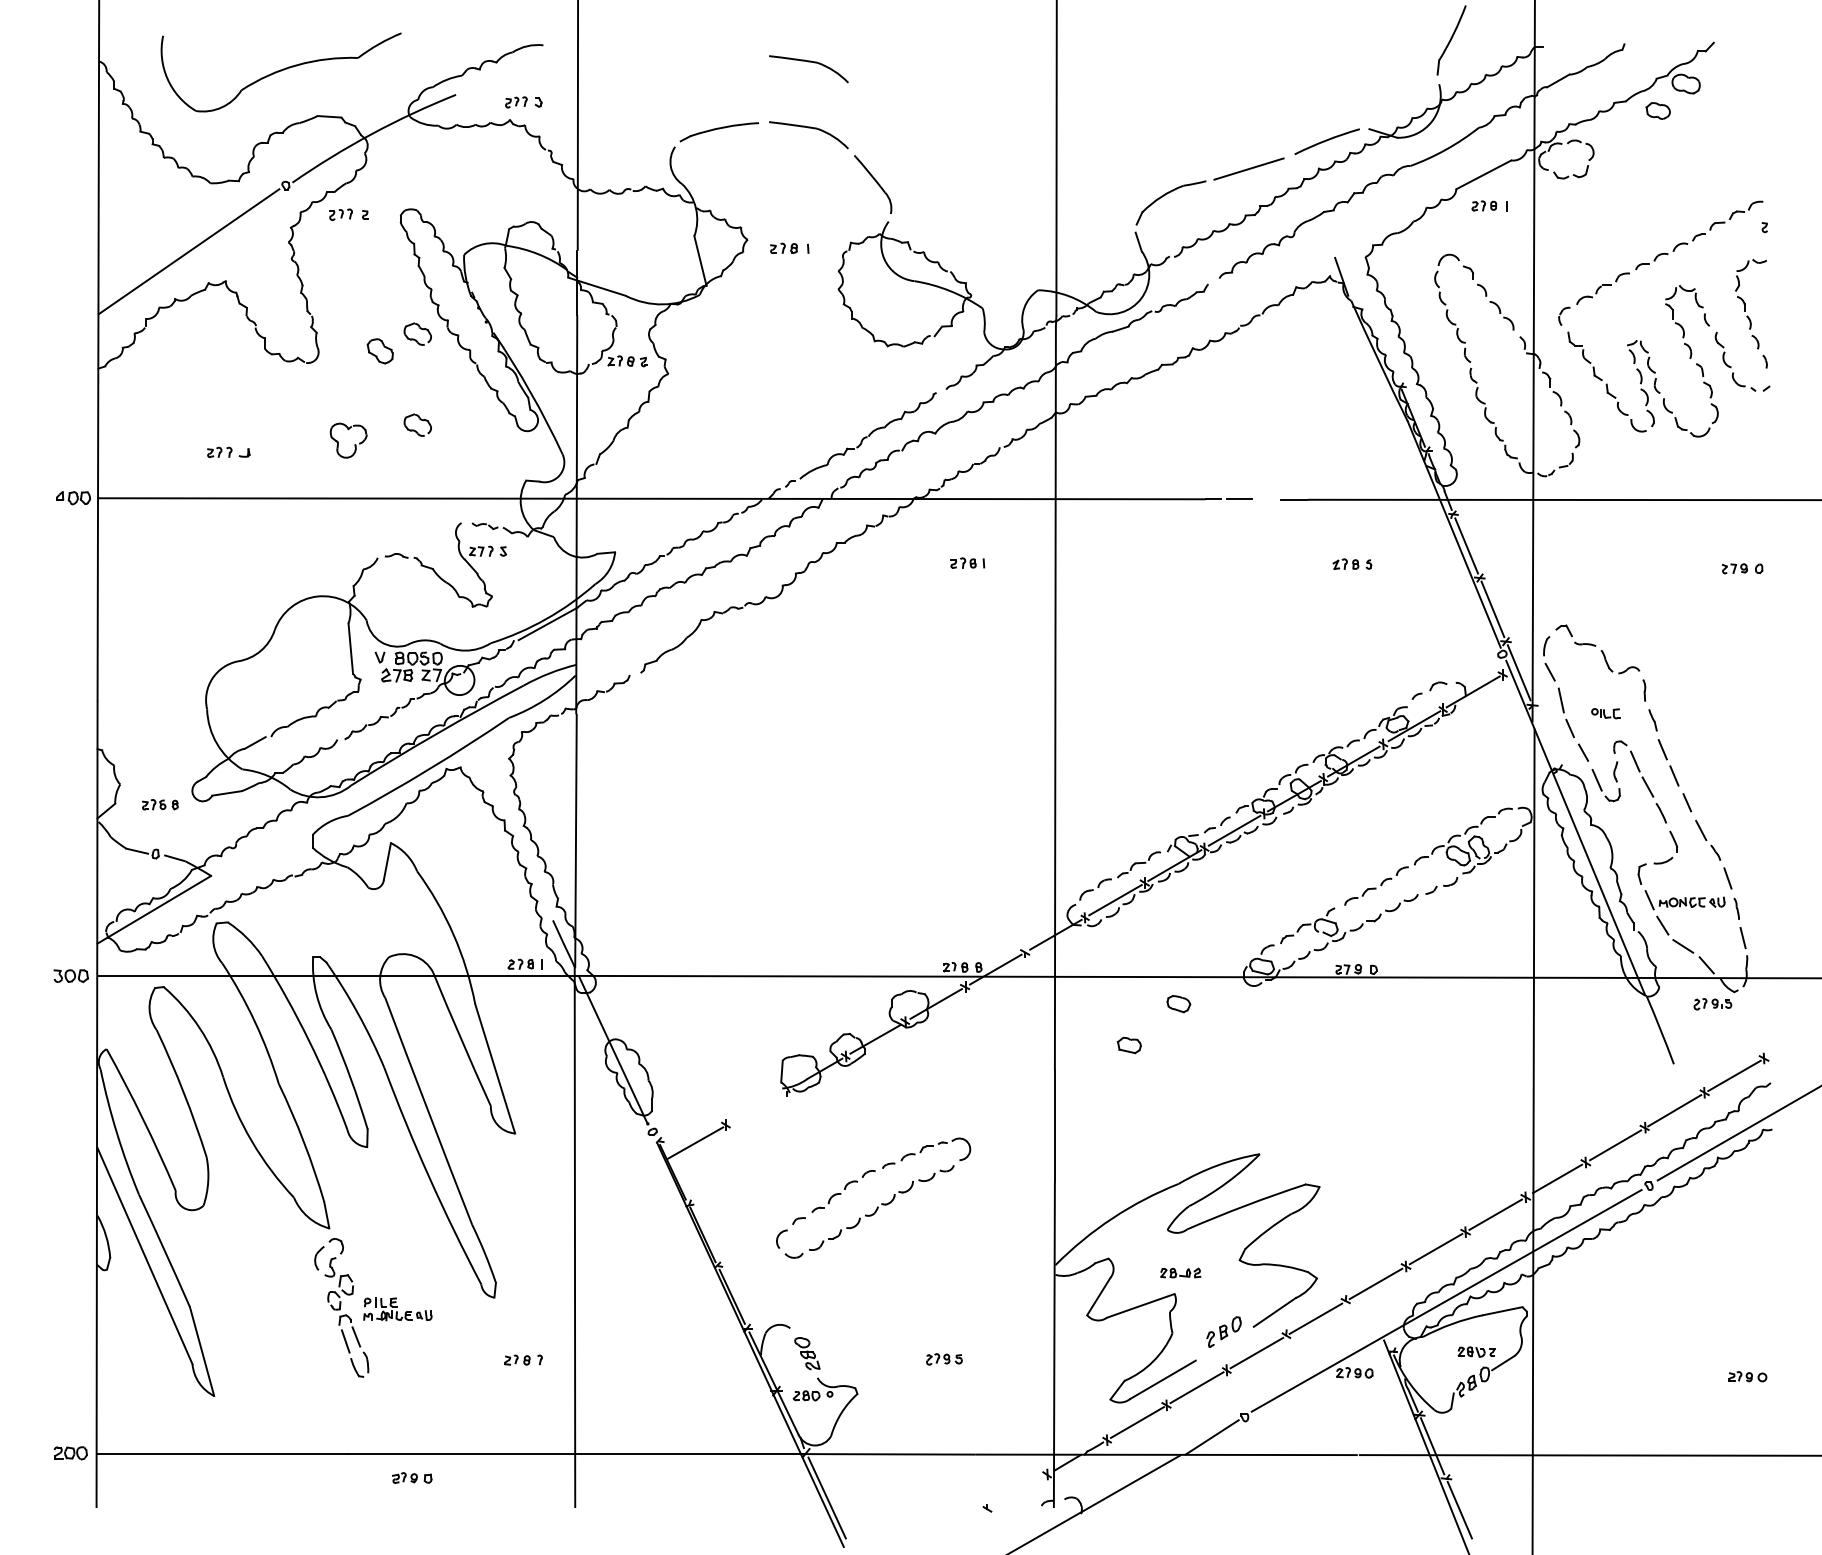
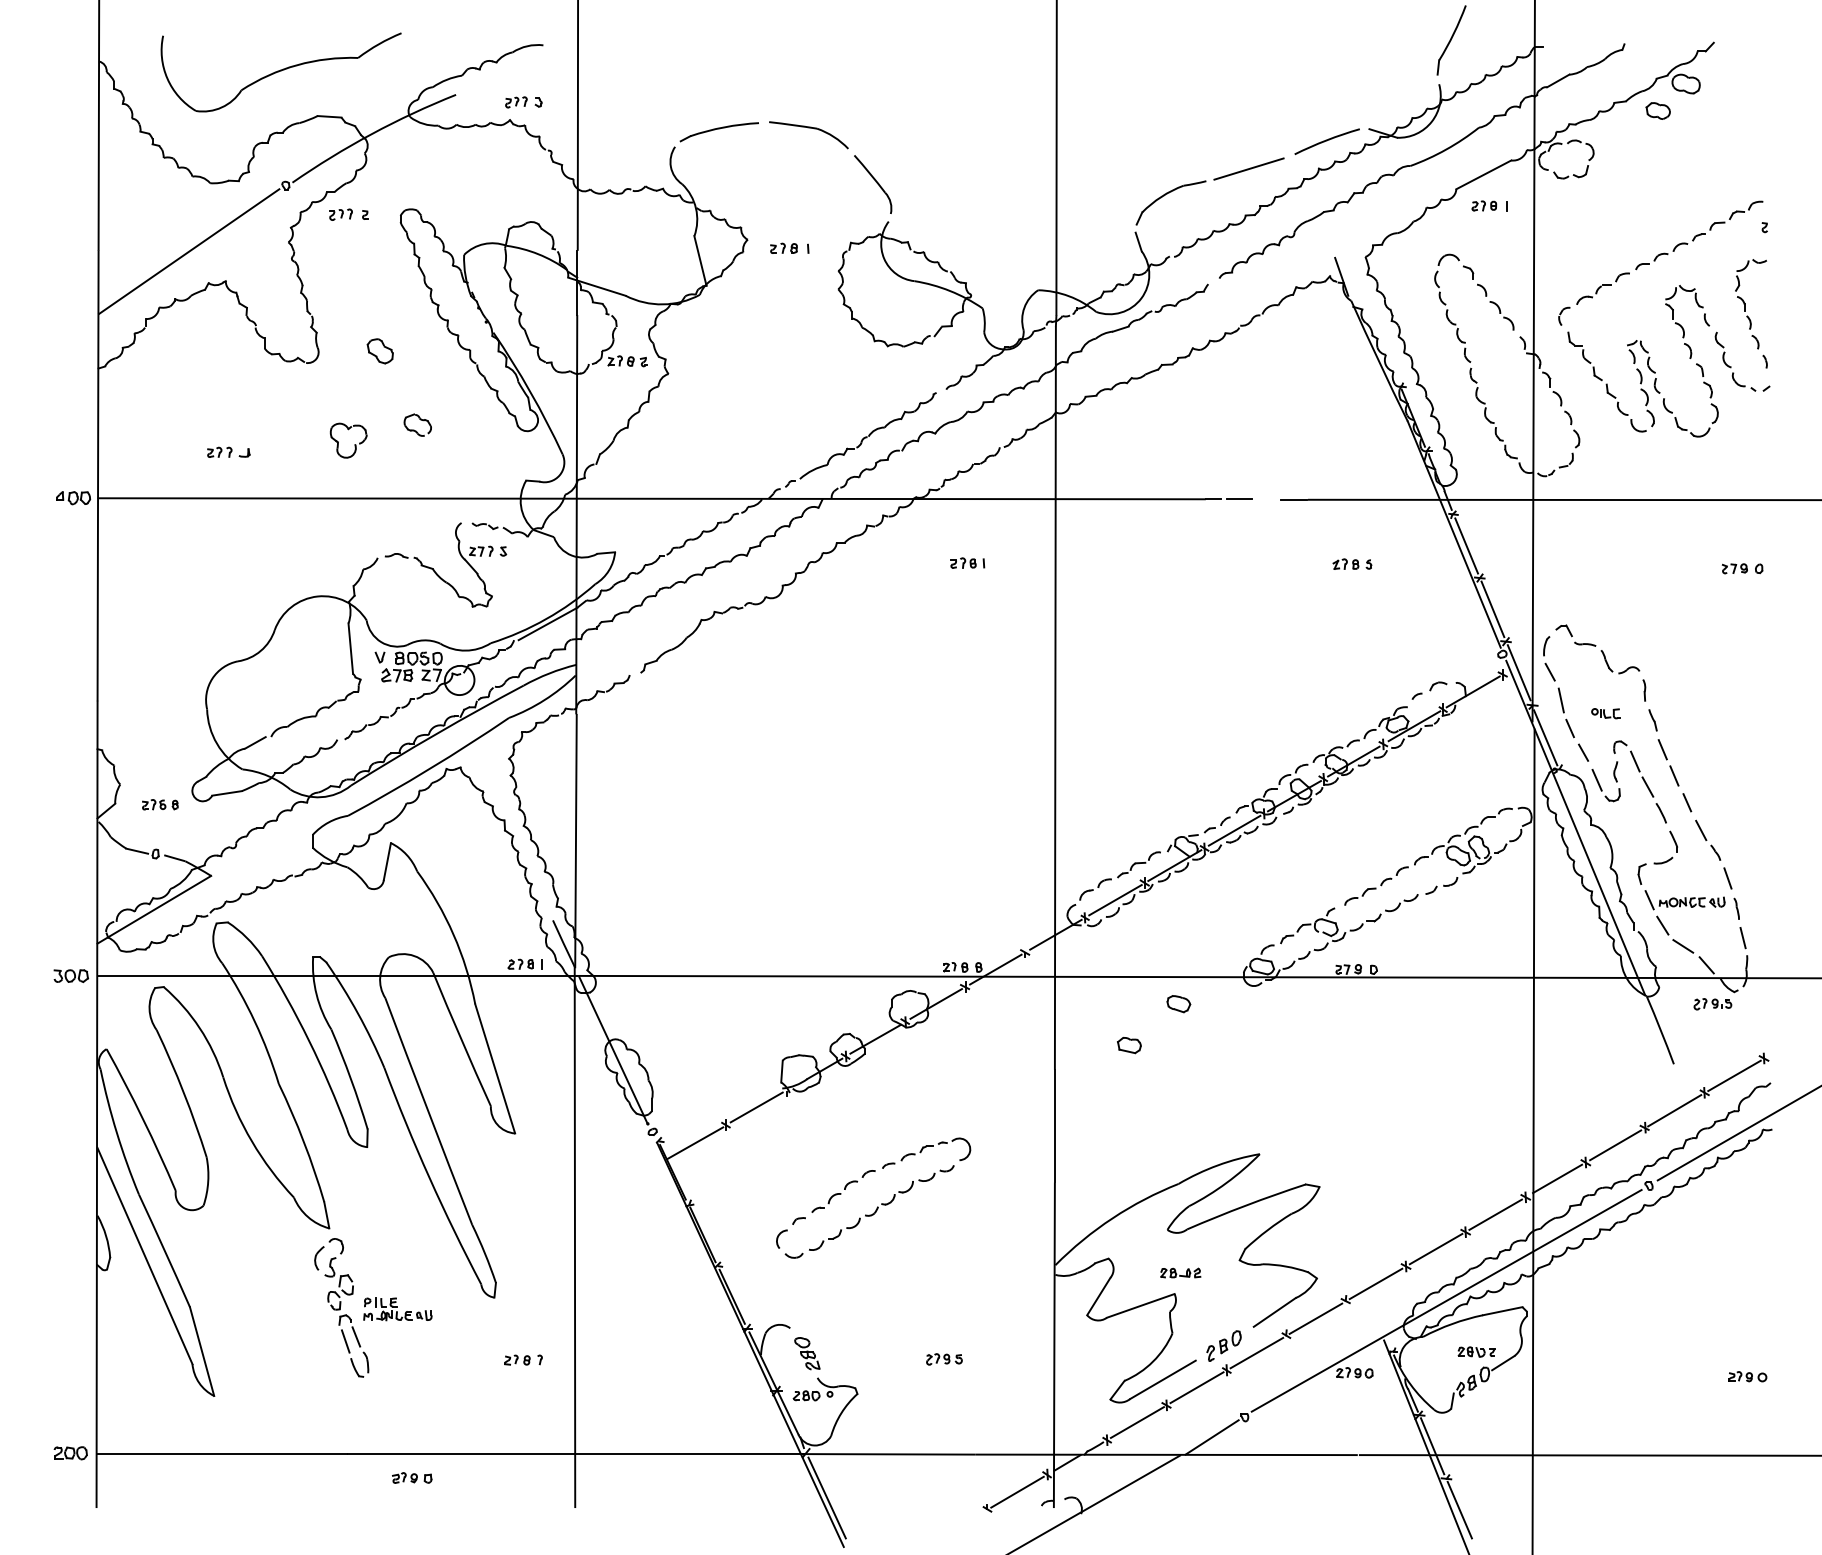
part at (808, 62): present -> none
part at (417, 333): present -> none
line at (1545, 737): none -> present
line at (756, 1107): none -> present
part at (1223, 1331) position: (1223, 1331) -> (1223, 1345)
line at (1017, 1491): none -> present
